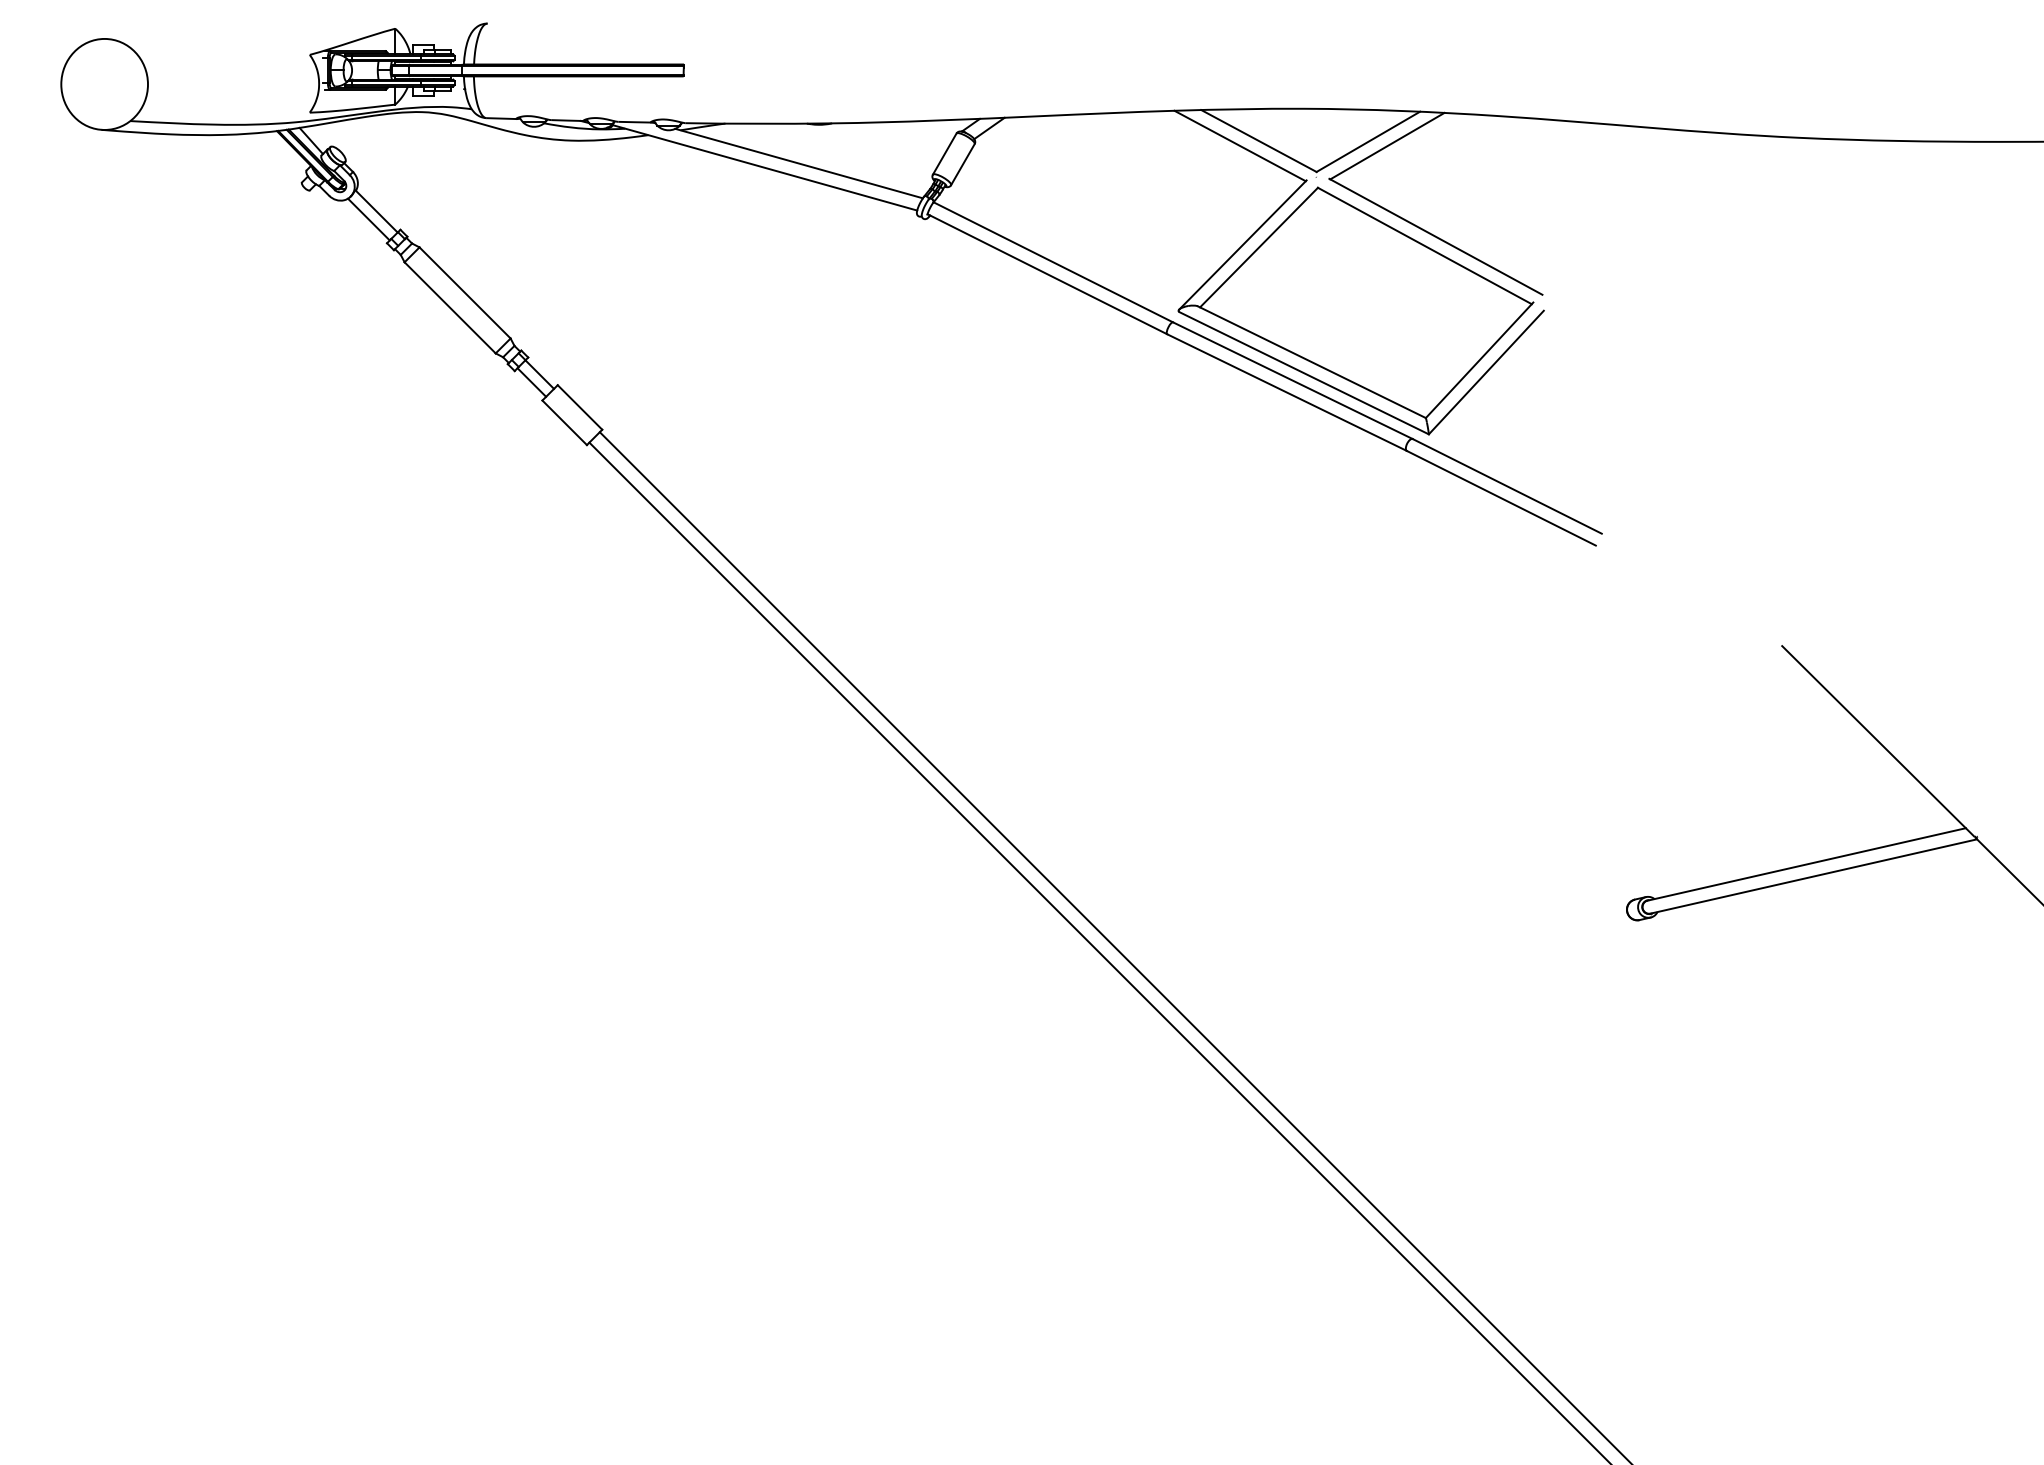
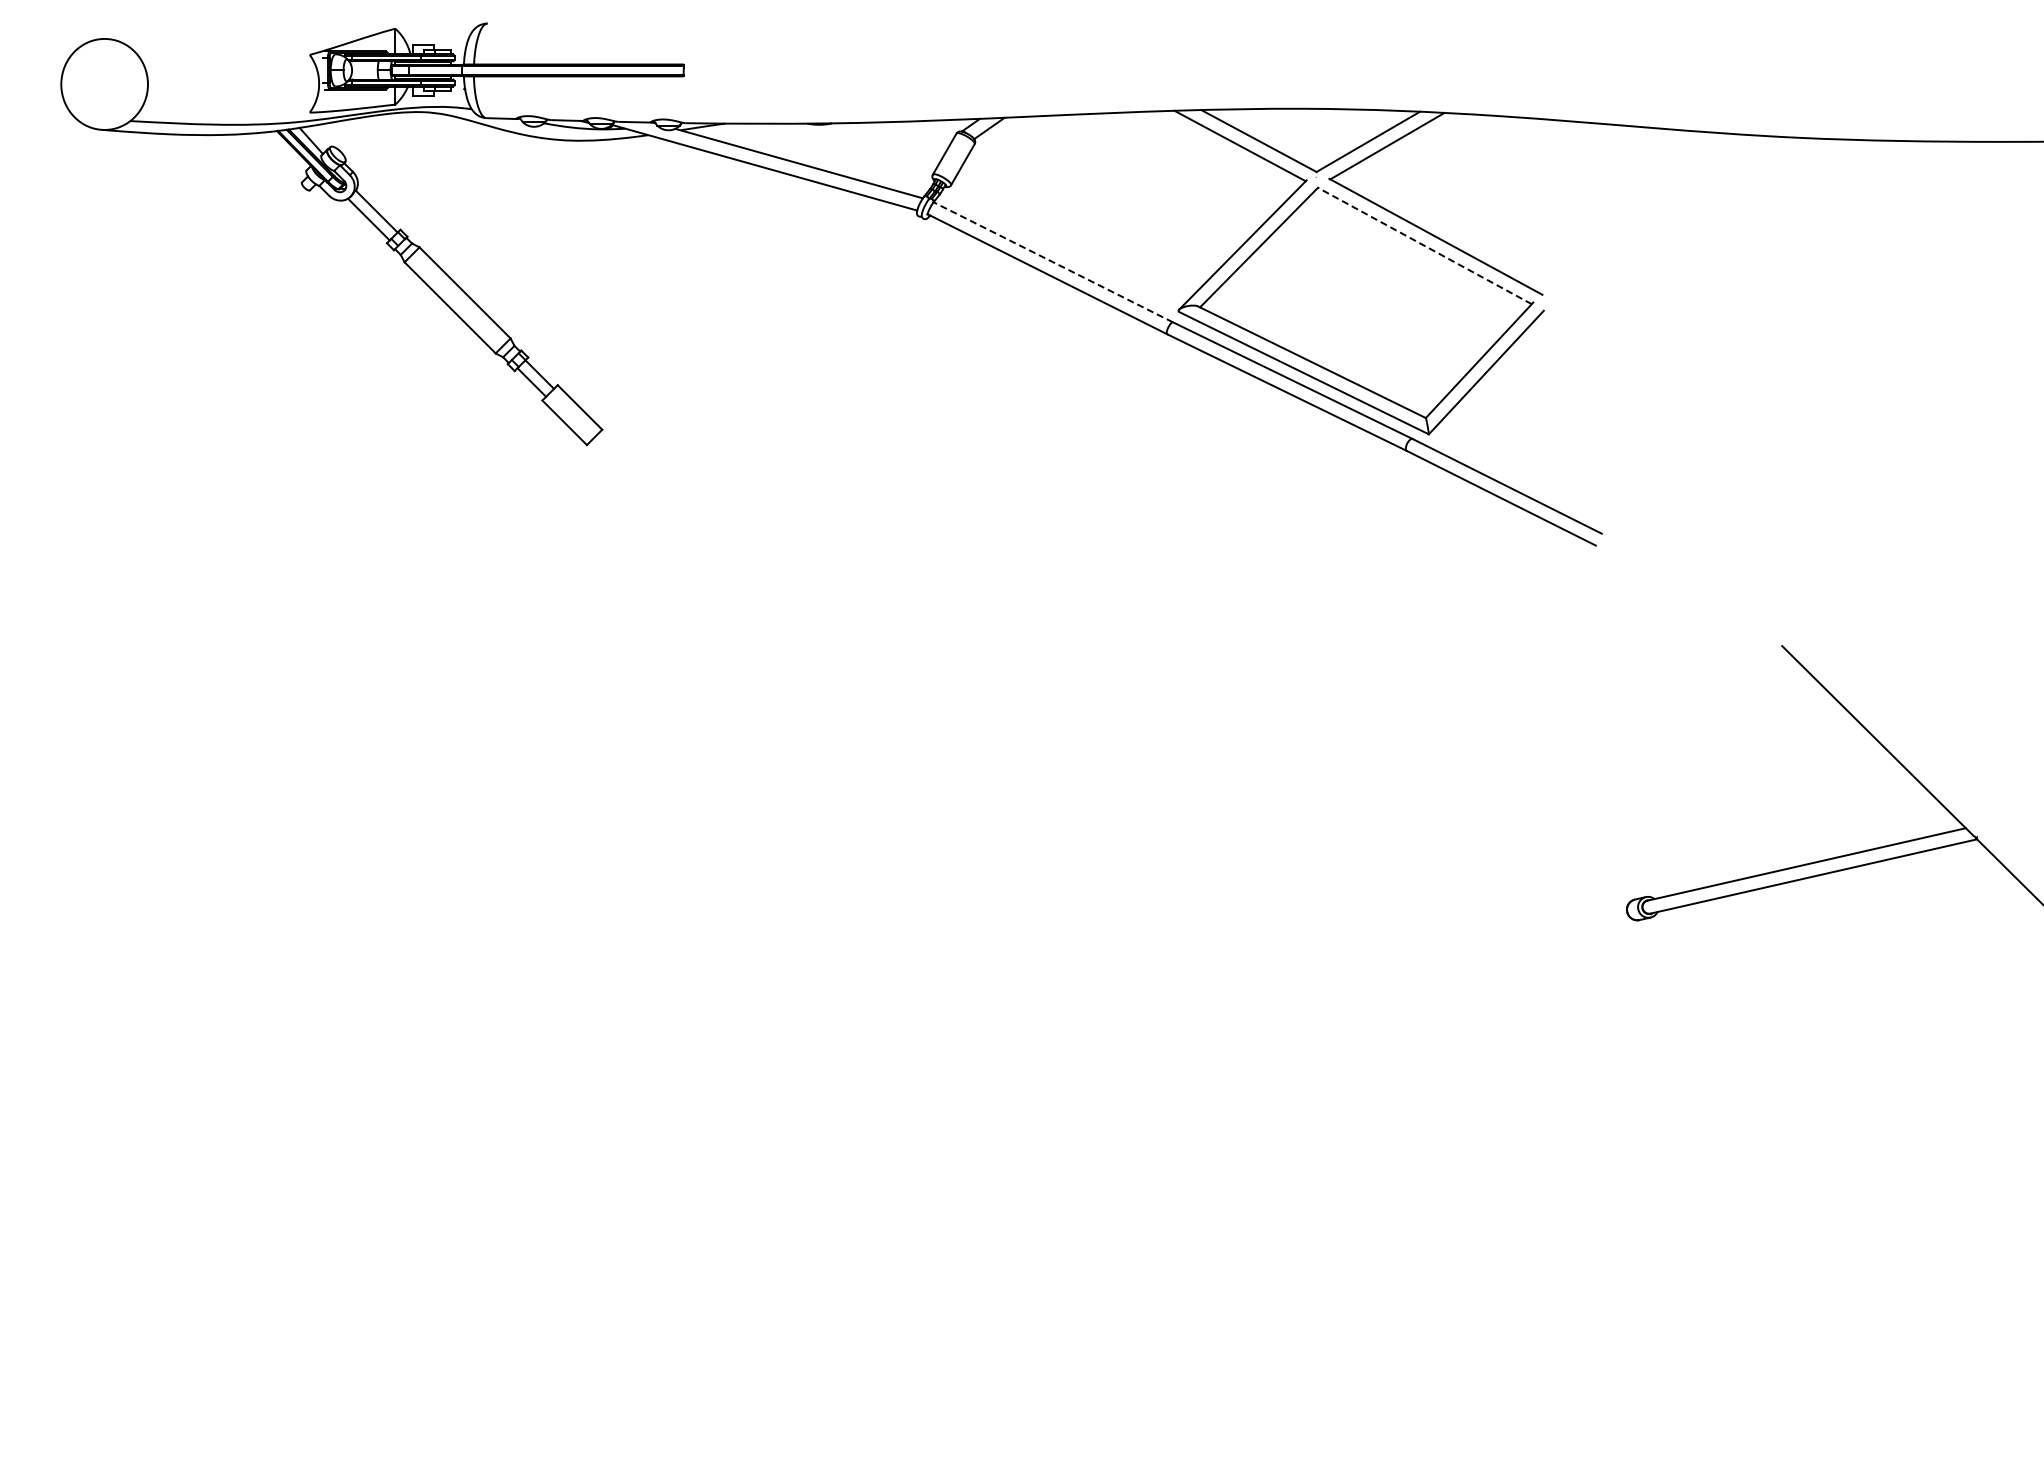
line at (1424, 246): solid -> dashed
line at (1053, 262): solid -> dashed
line at (1114, 946): present -> none
line at (1098, 951): present -> none
